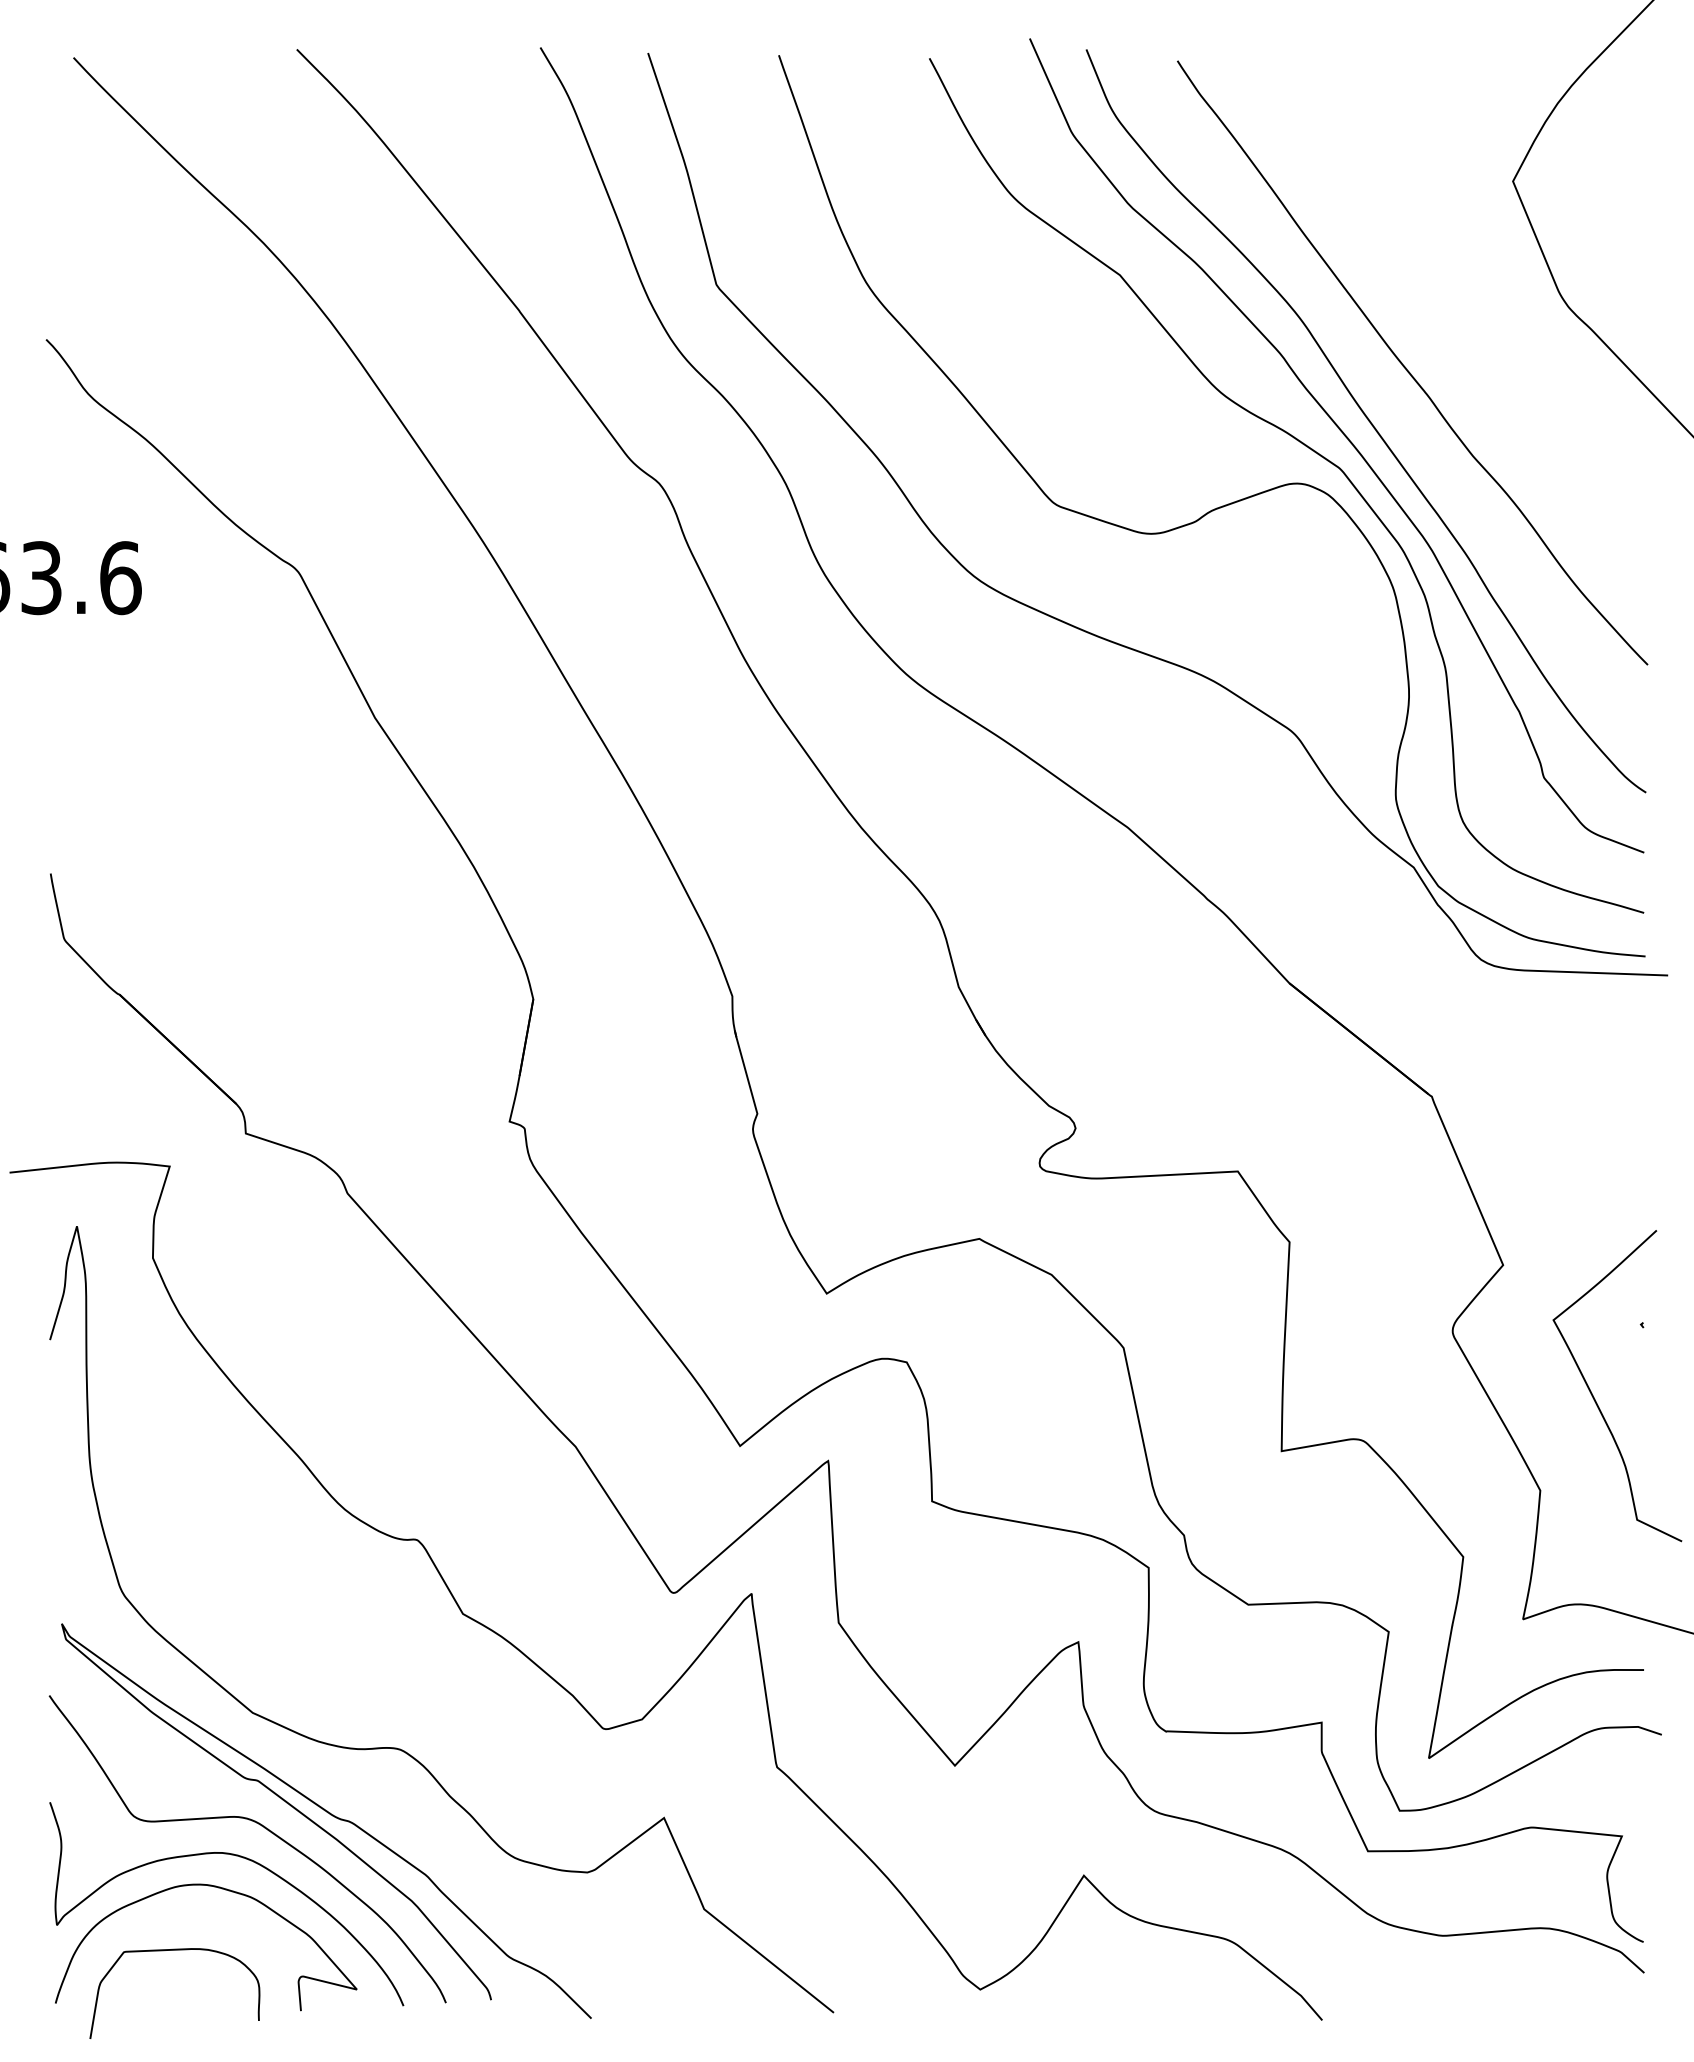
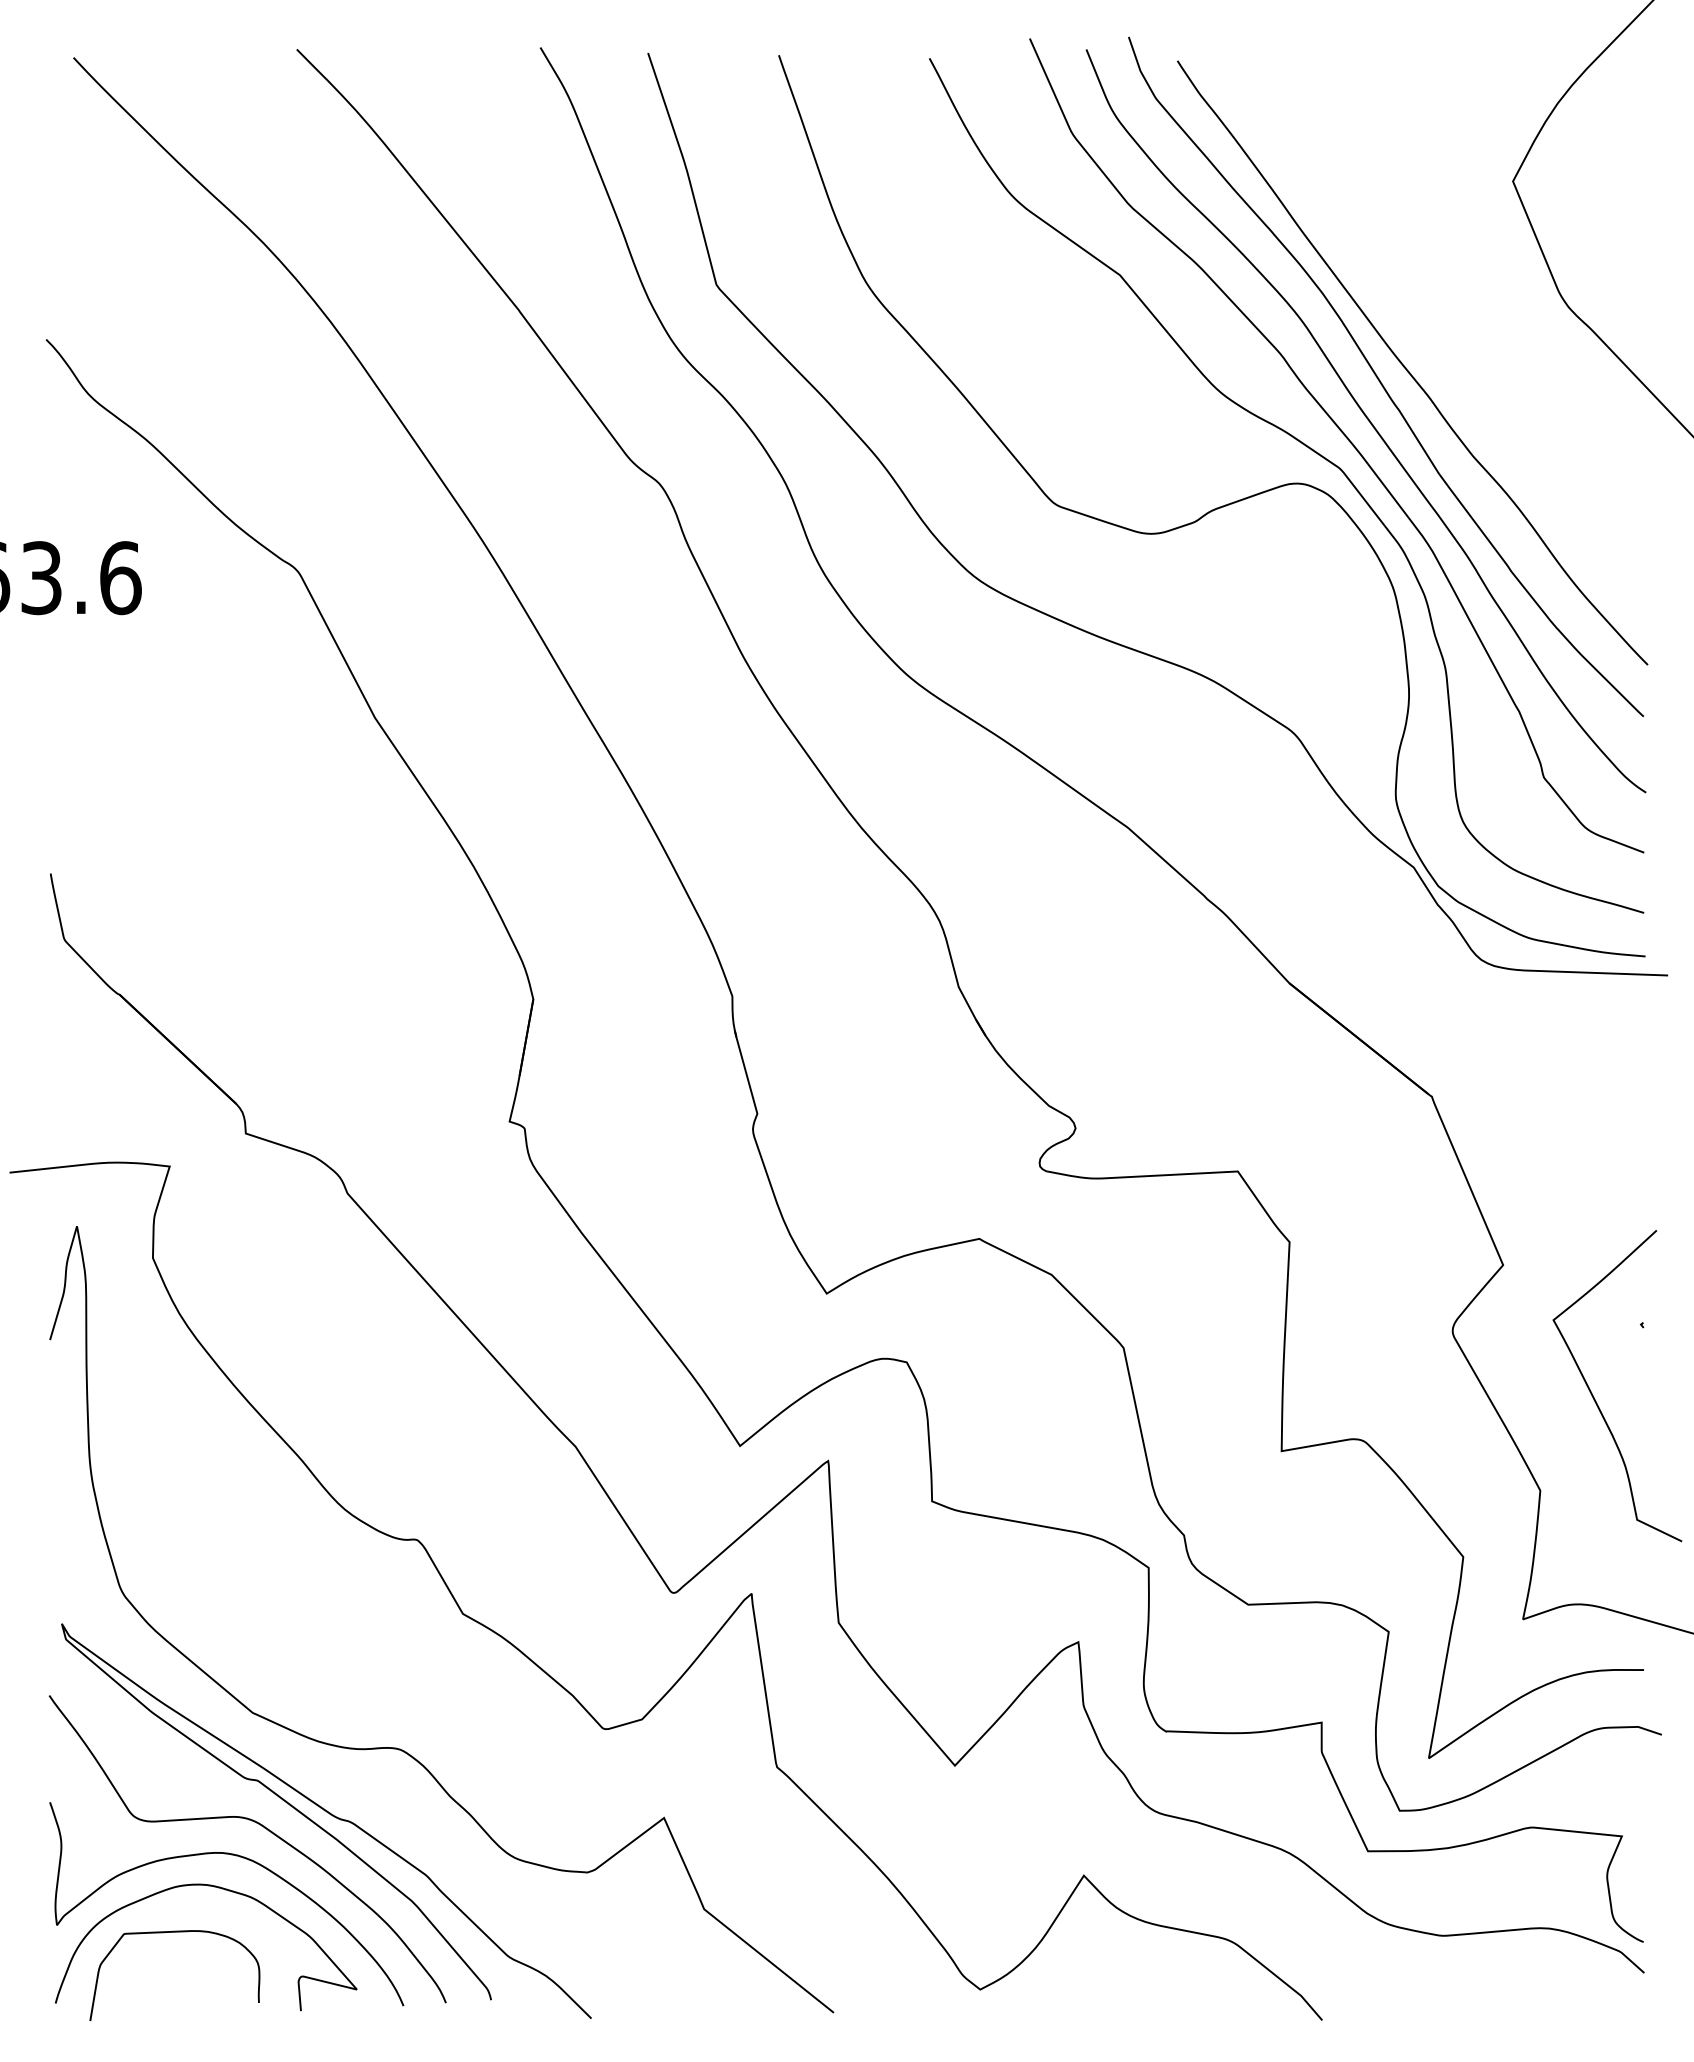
curve at (1379, 378): none -> present
curve at (174, 1950) position: (174, 1950) -> (174, 1932)
